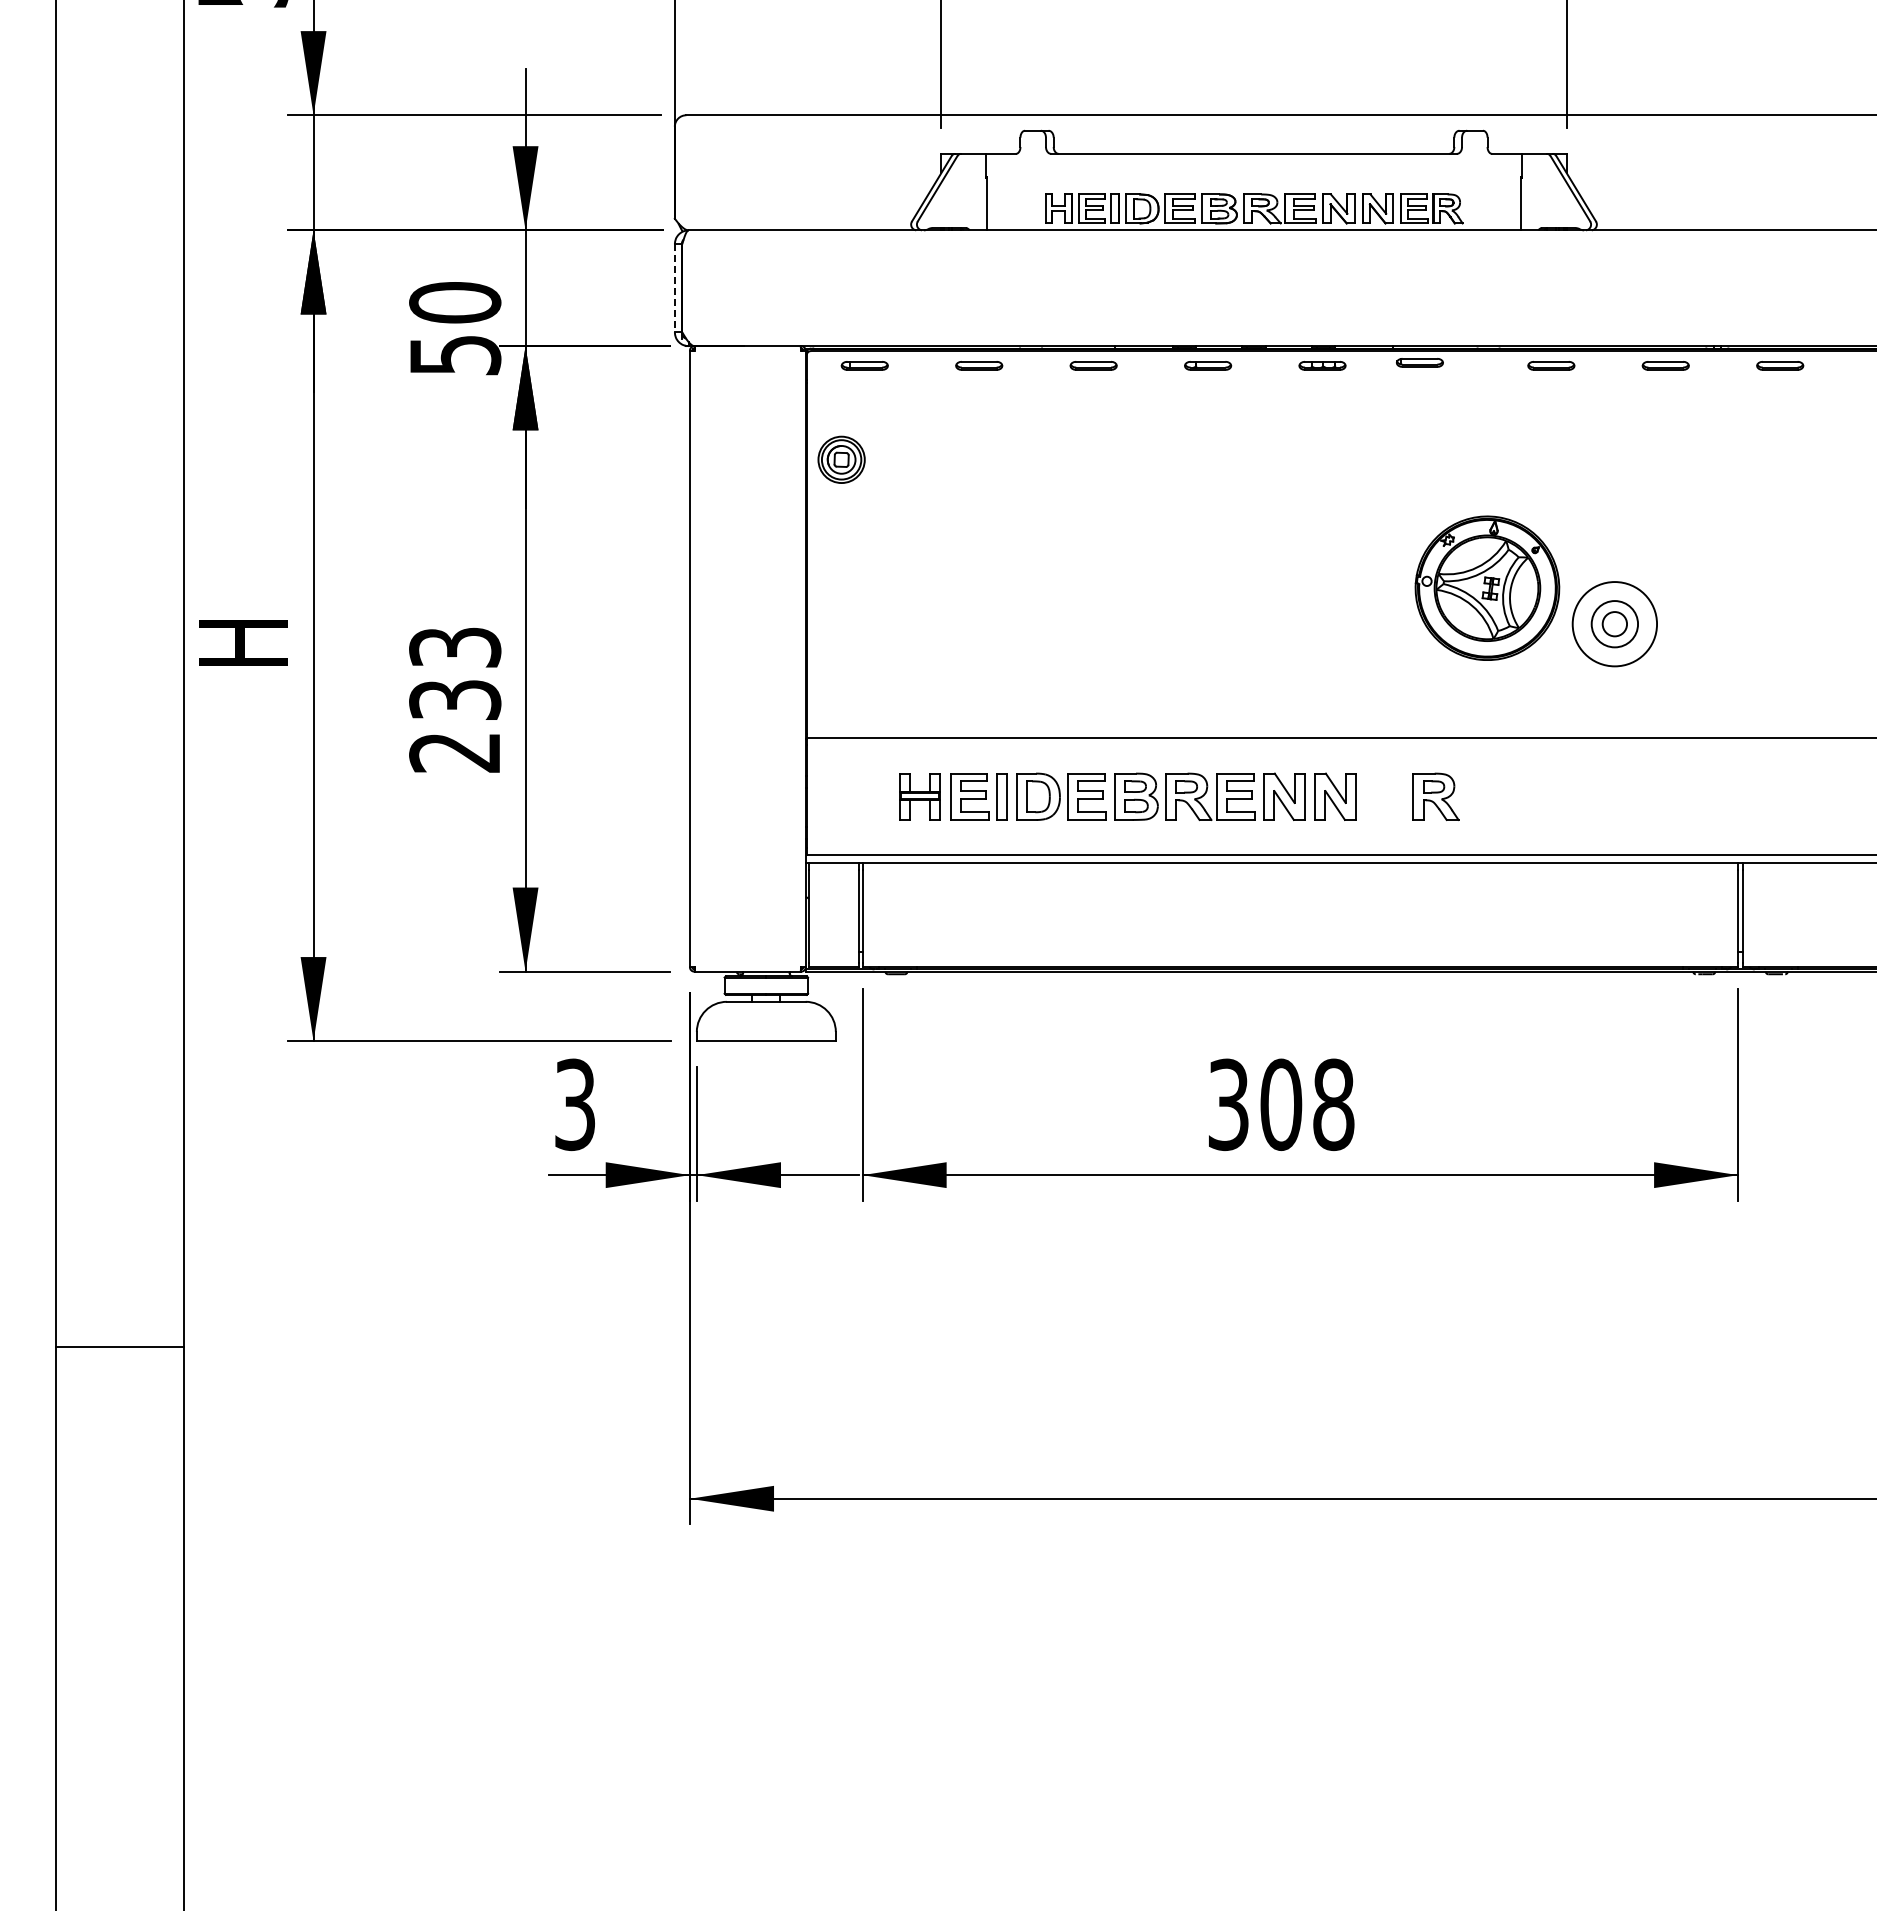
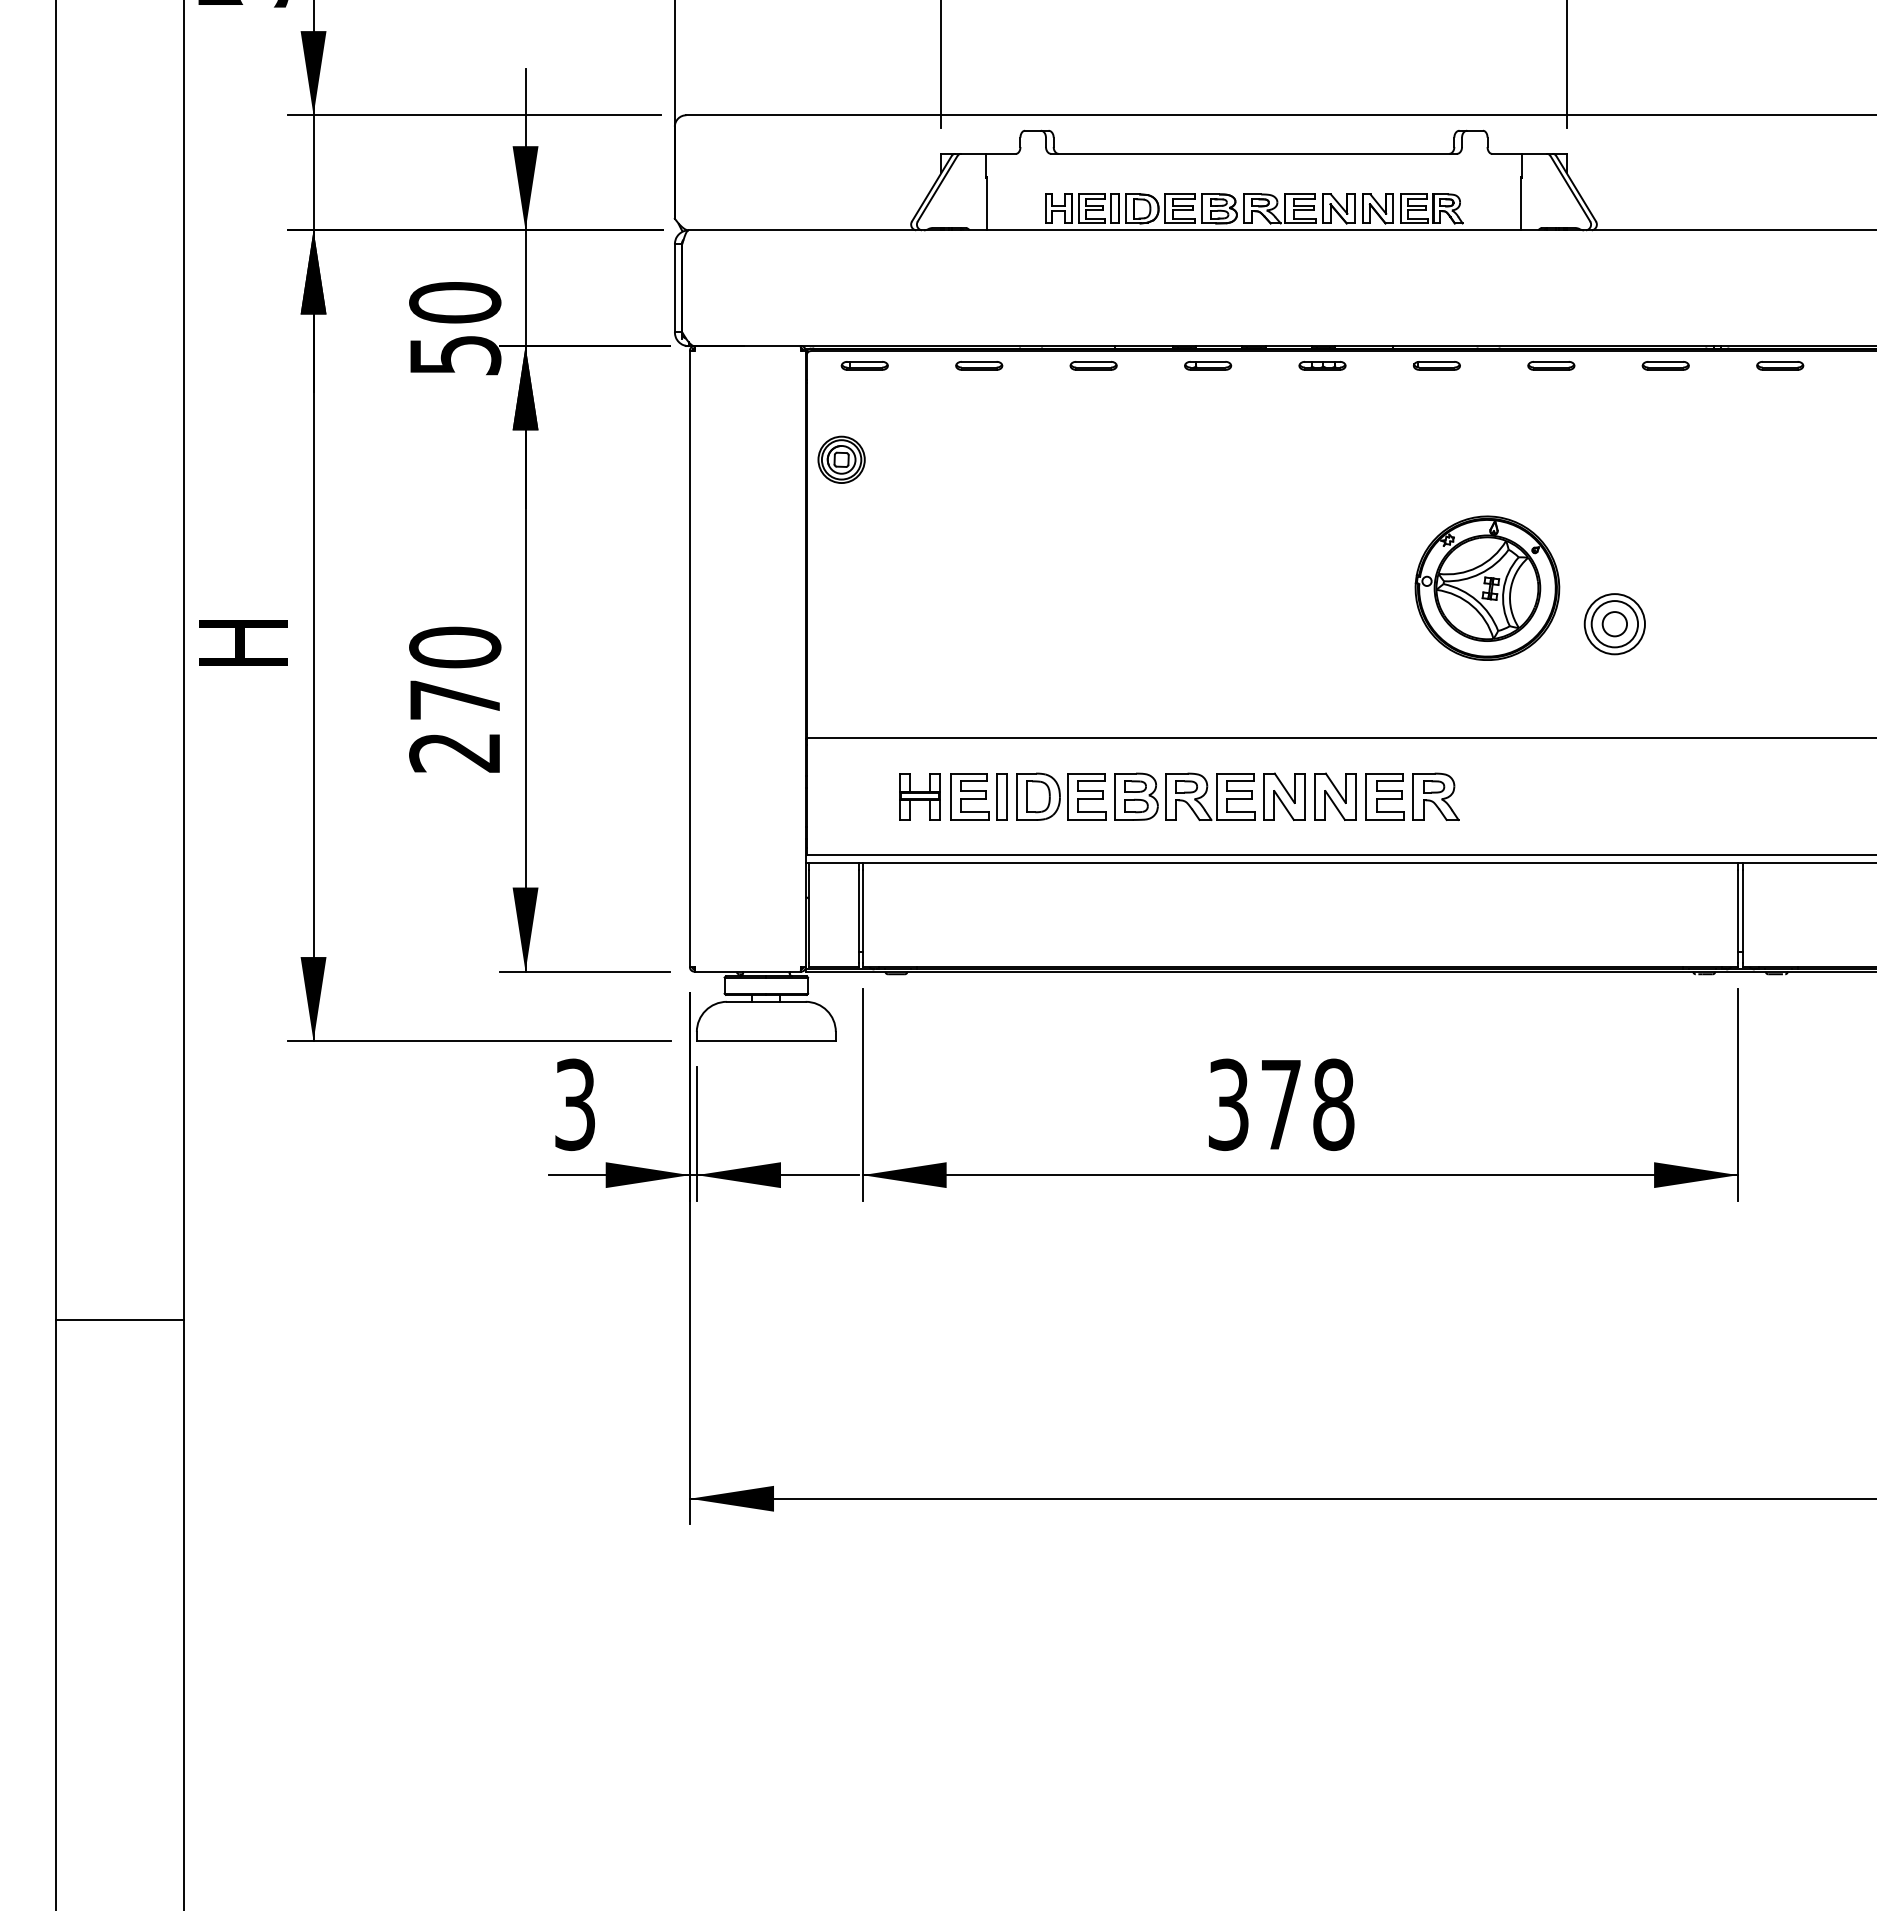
line at (674, 288): dashed -> solid
part at (1419, 362) position: (1419, 362) -> (1436, 365)
circle at (1614, 624) diameter: 84 px -> 60 px
text at (455, 672): 233 -> 270
part at (1384, 796): none -> present
text at (1281, 1104): 308 -> 378
line at (119, 1347) position: (119, 1347) -> (119, 1320)
